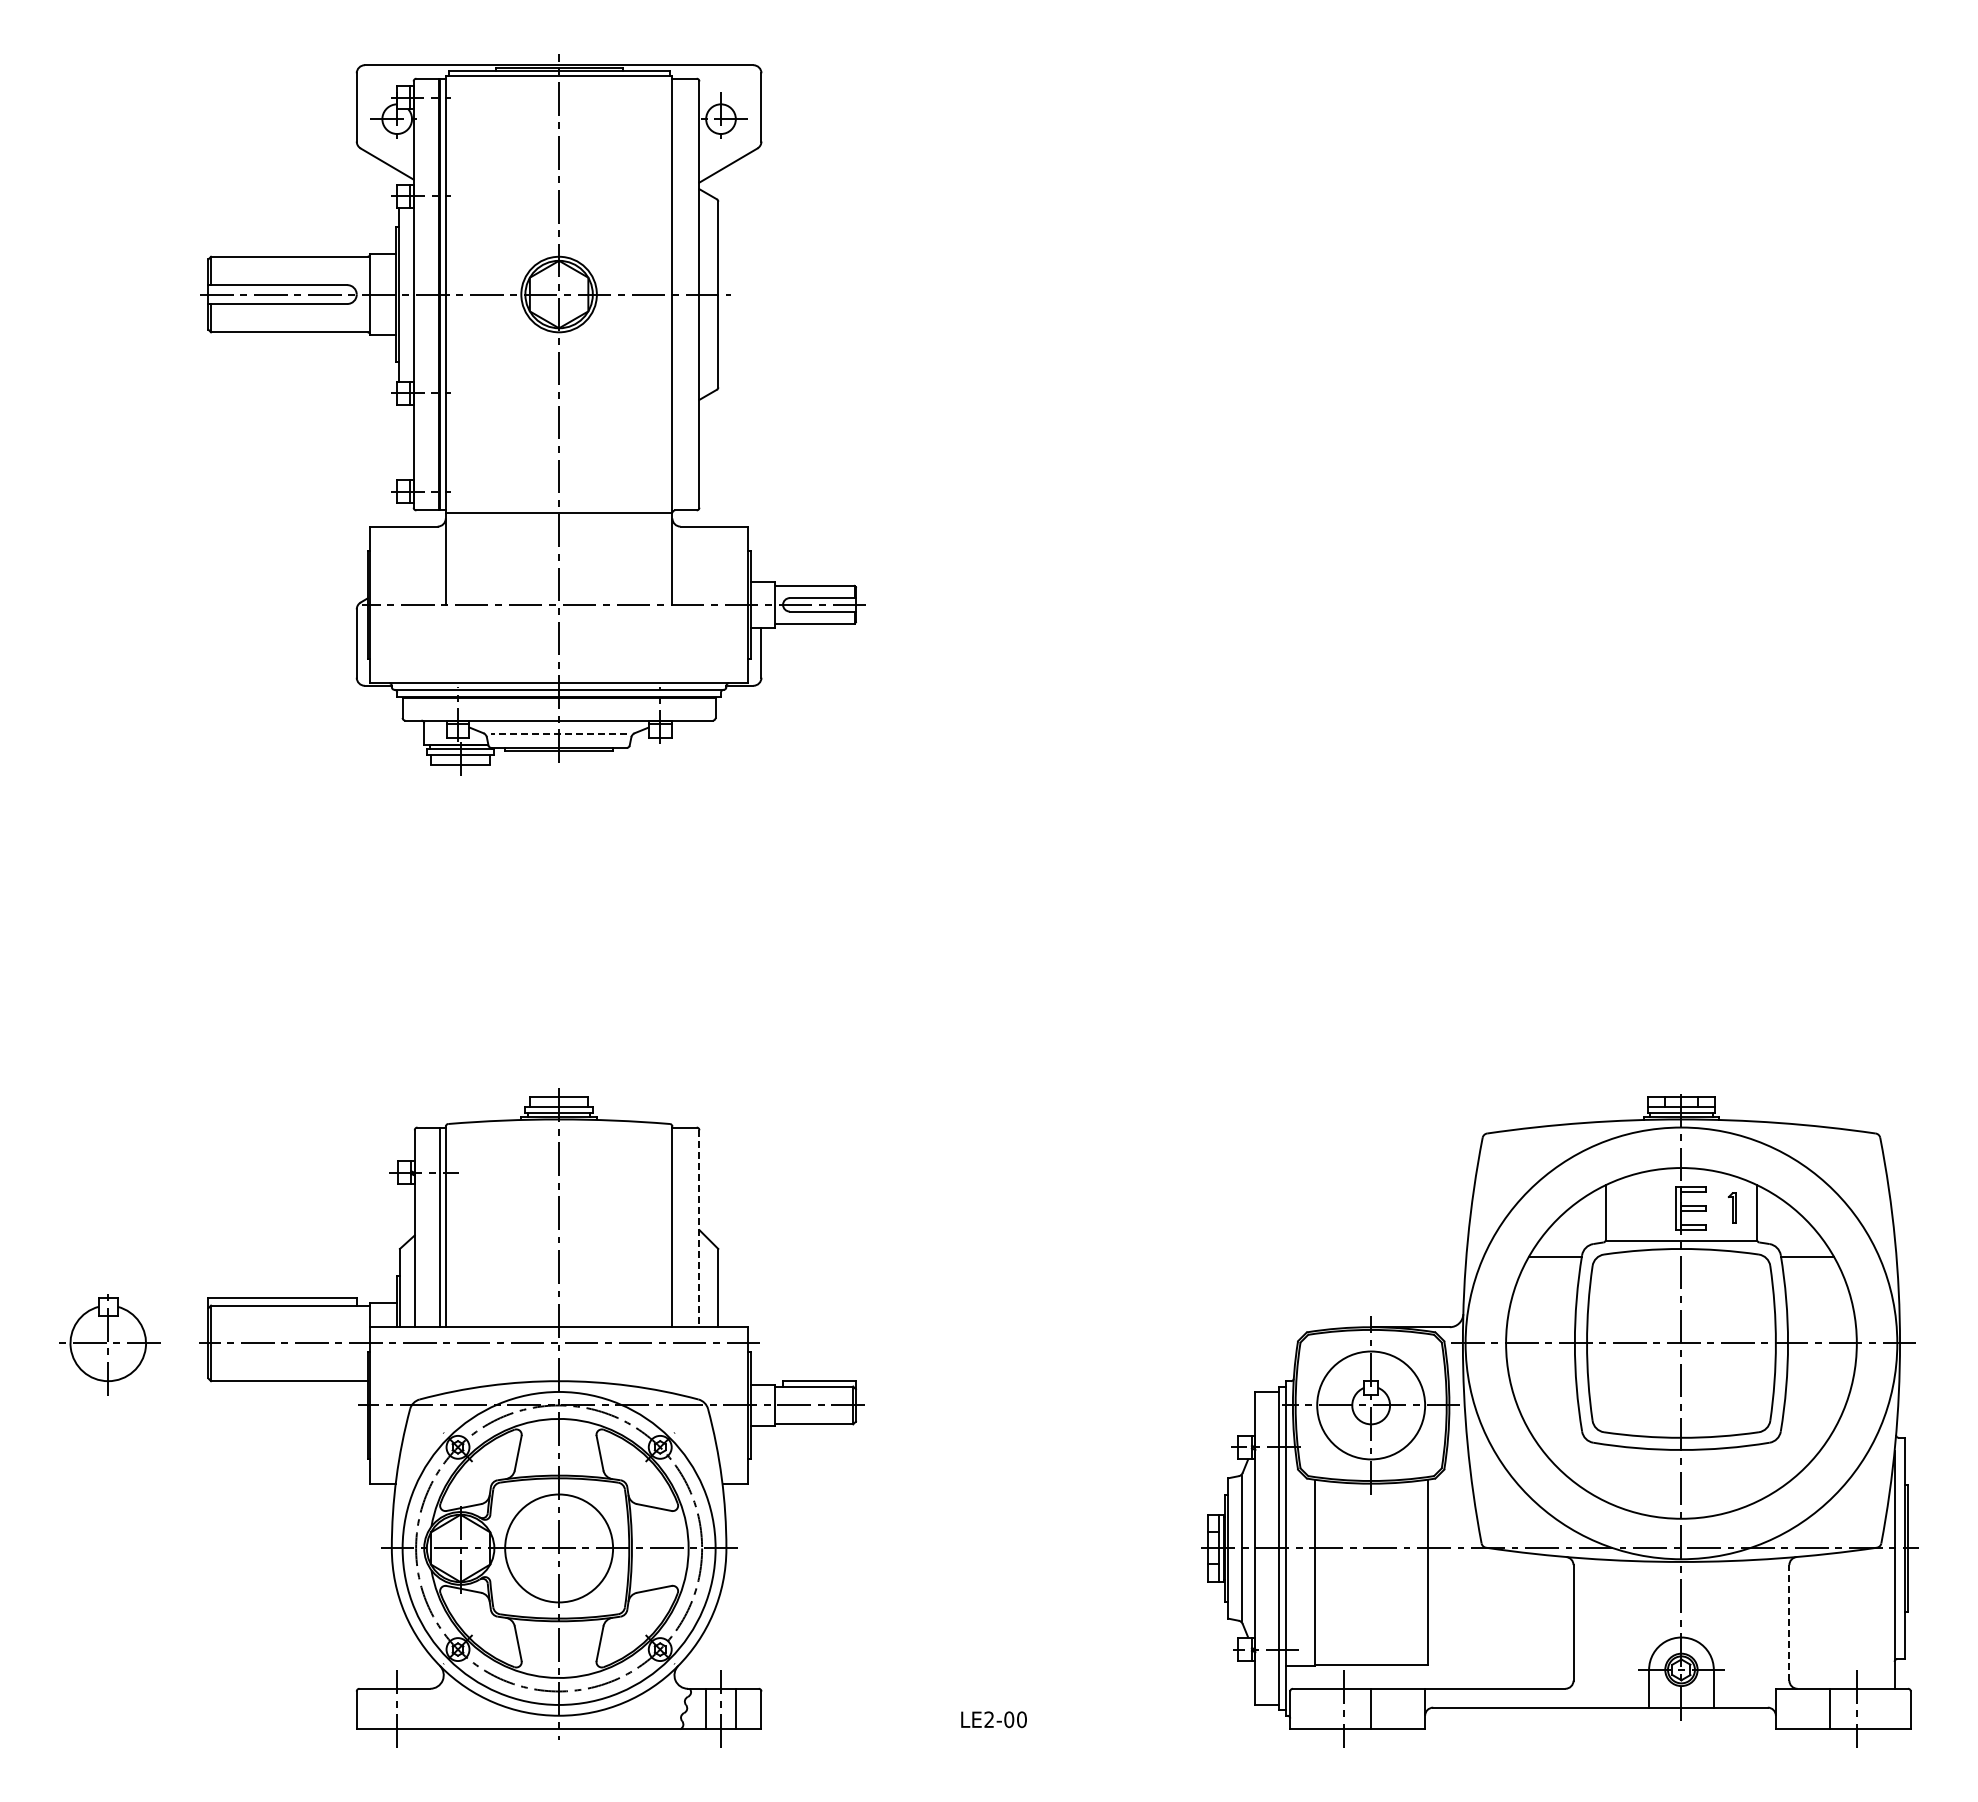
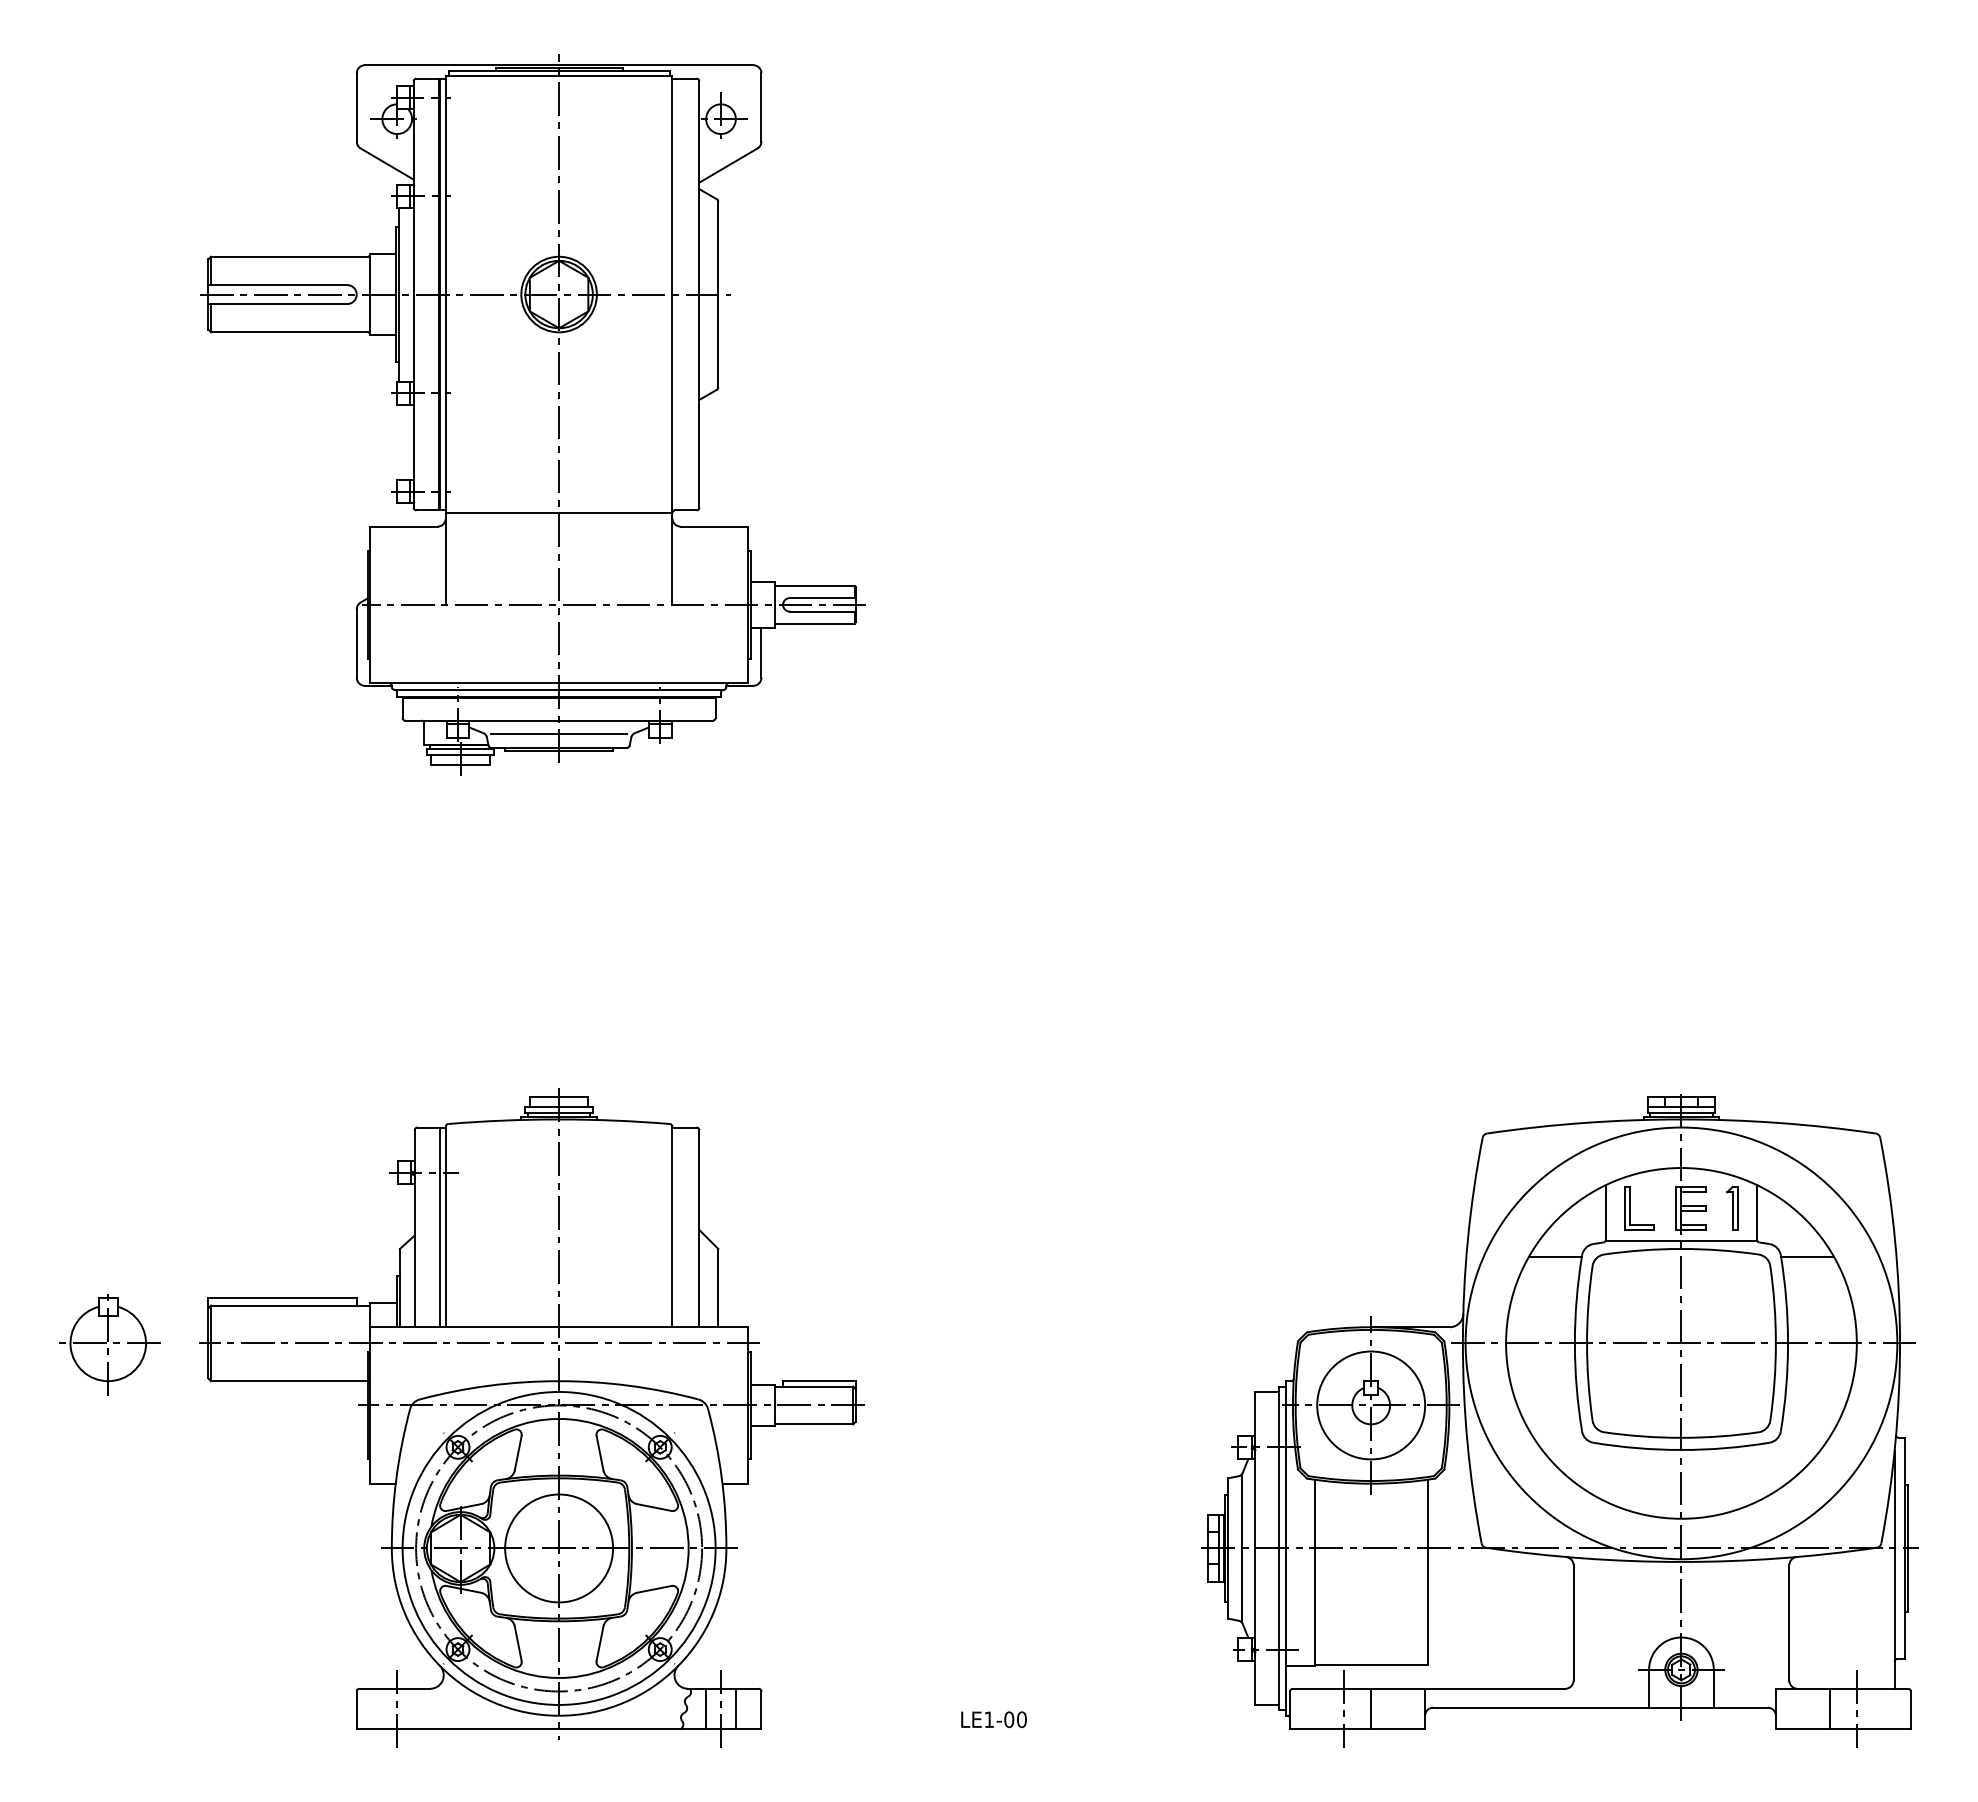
line at (559, 734): dashed -> solid
part at (1732, 1207) size: 9x32 px -> 13x46 px
part at (1630, 1208): none -> present
line at (699, 1229): dashed -> solid
line at (1789, 1622): dashed -> solid
text at (988, 1719): LE2-00 -> LE1-00
